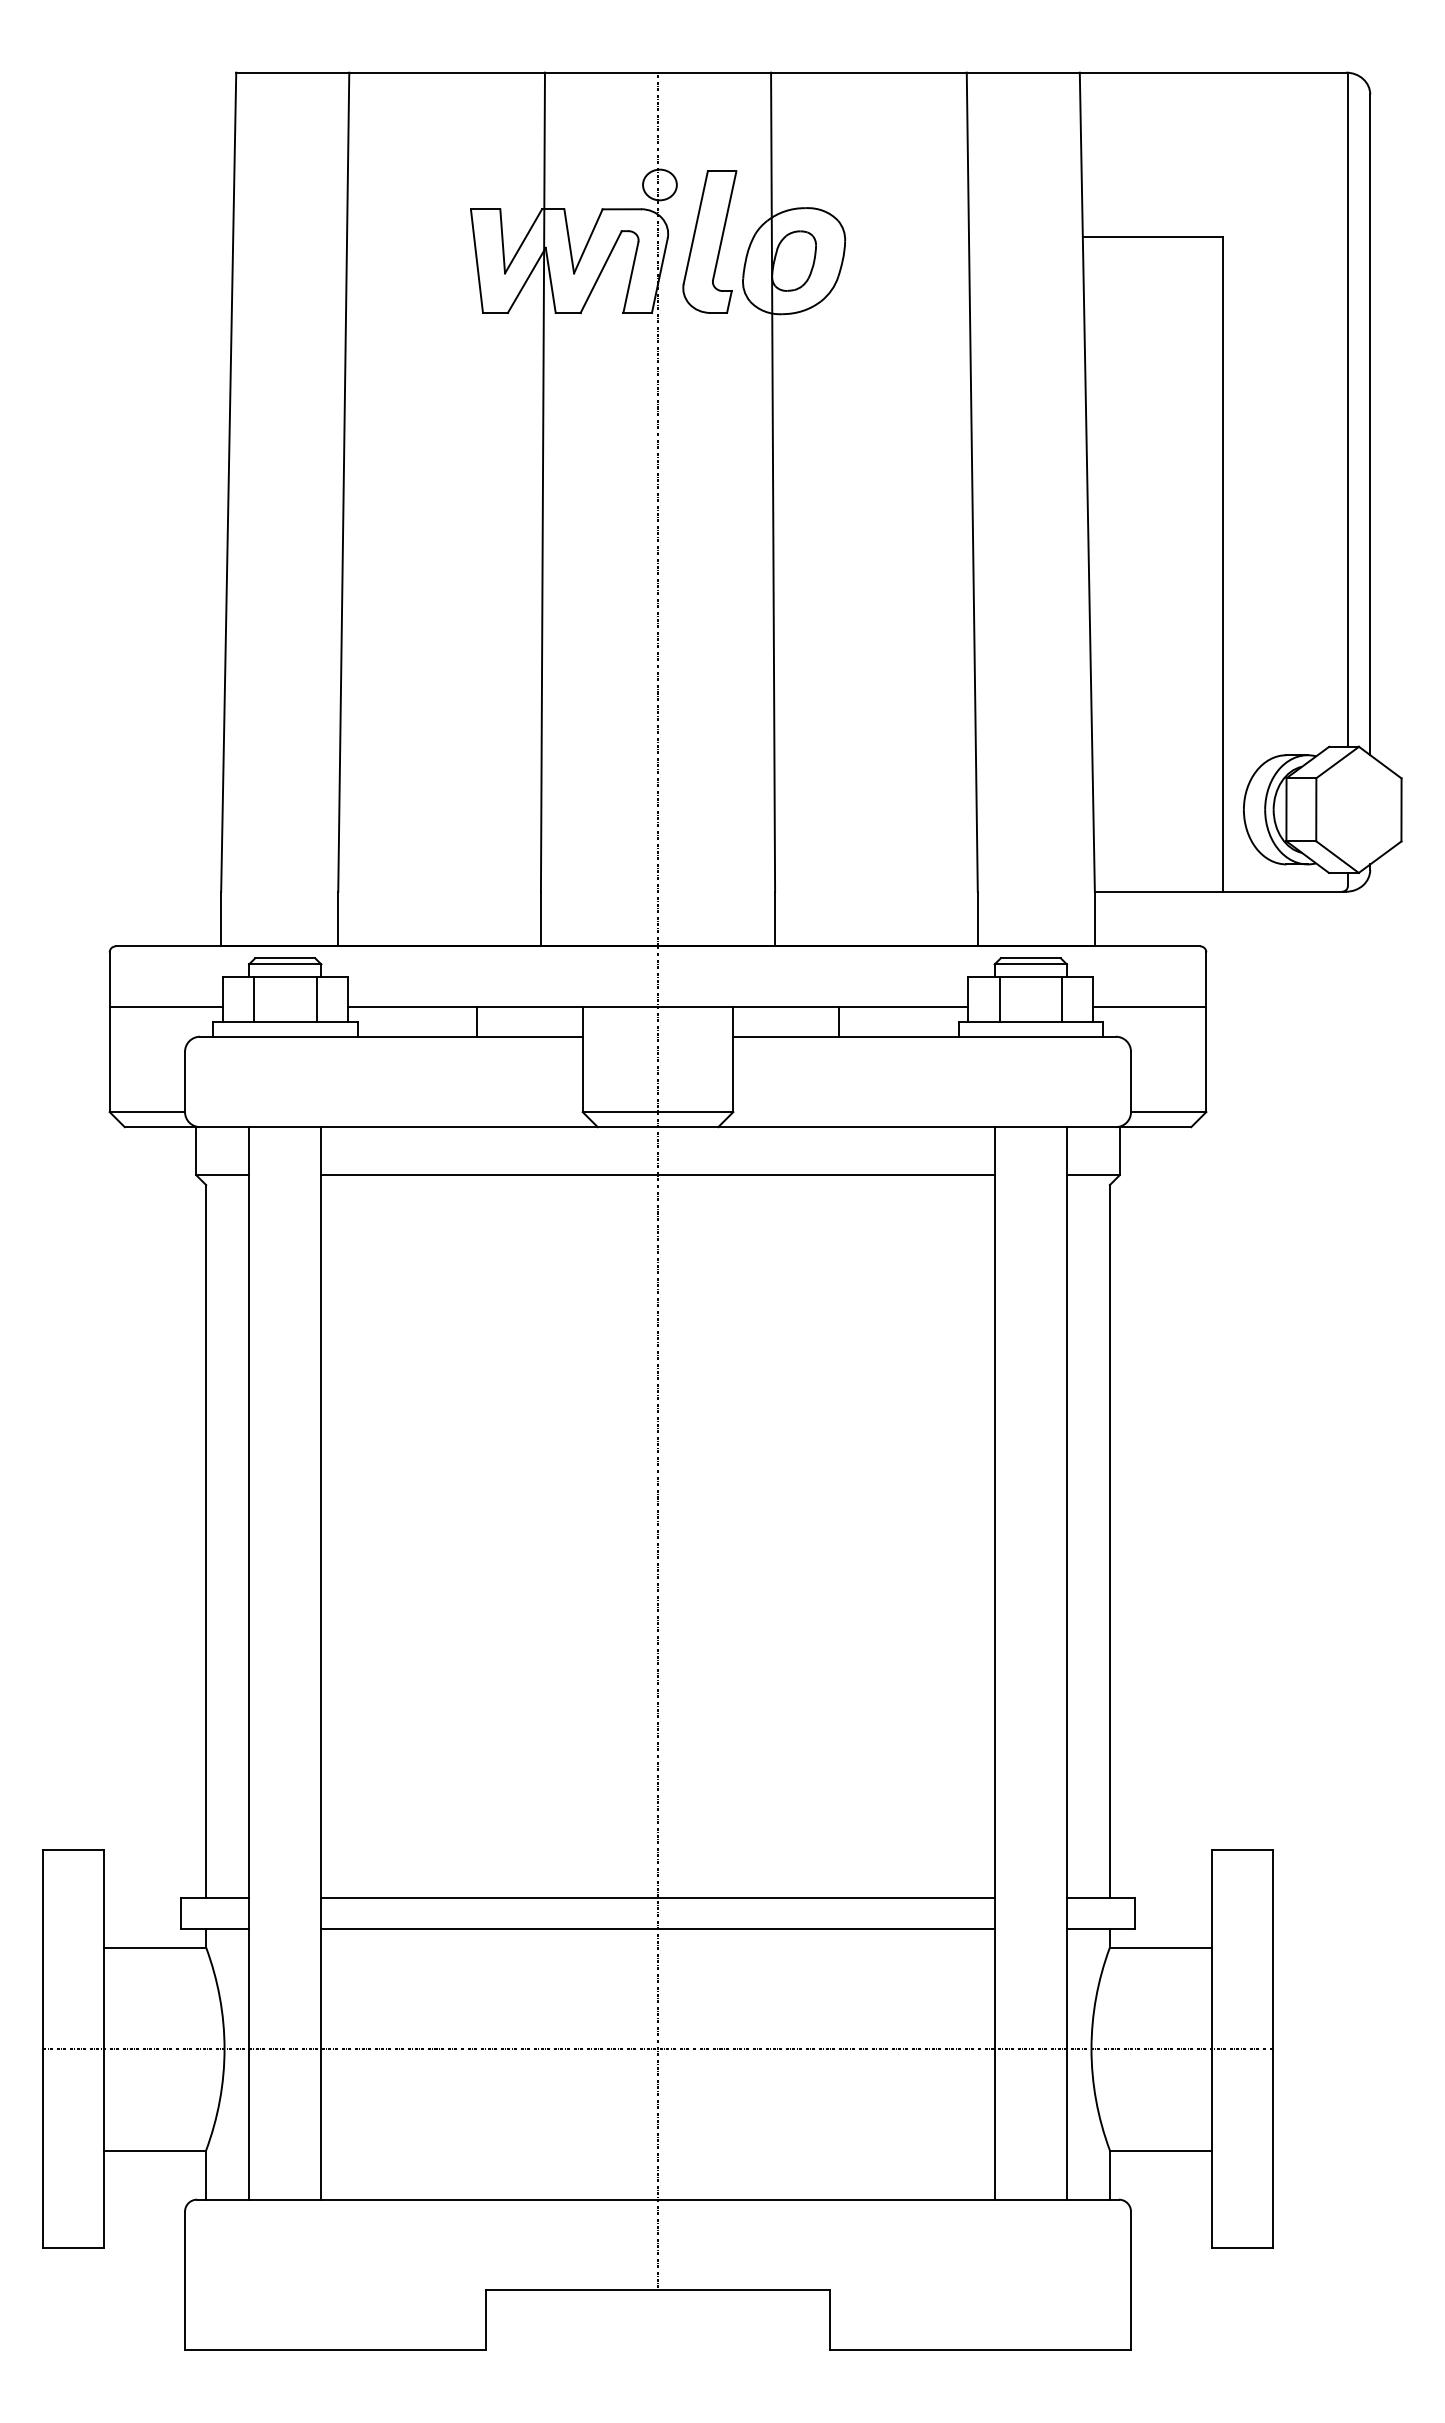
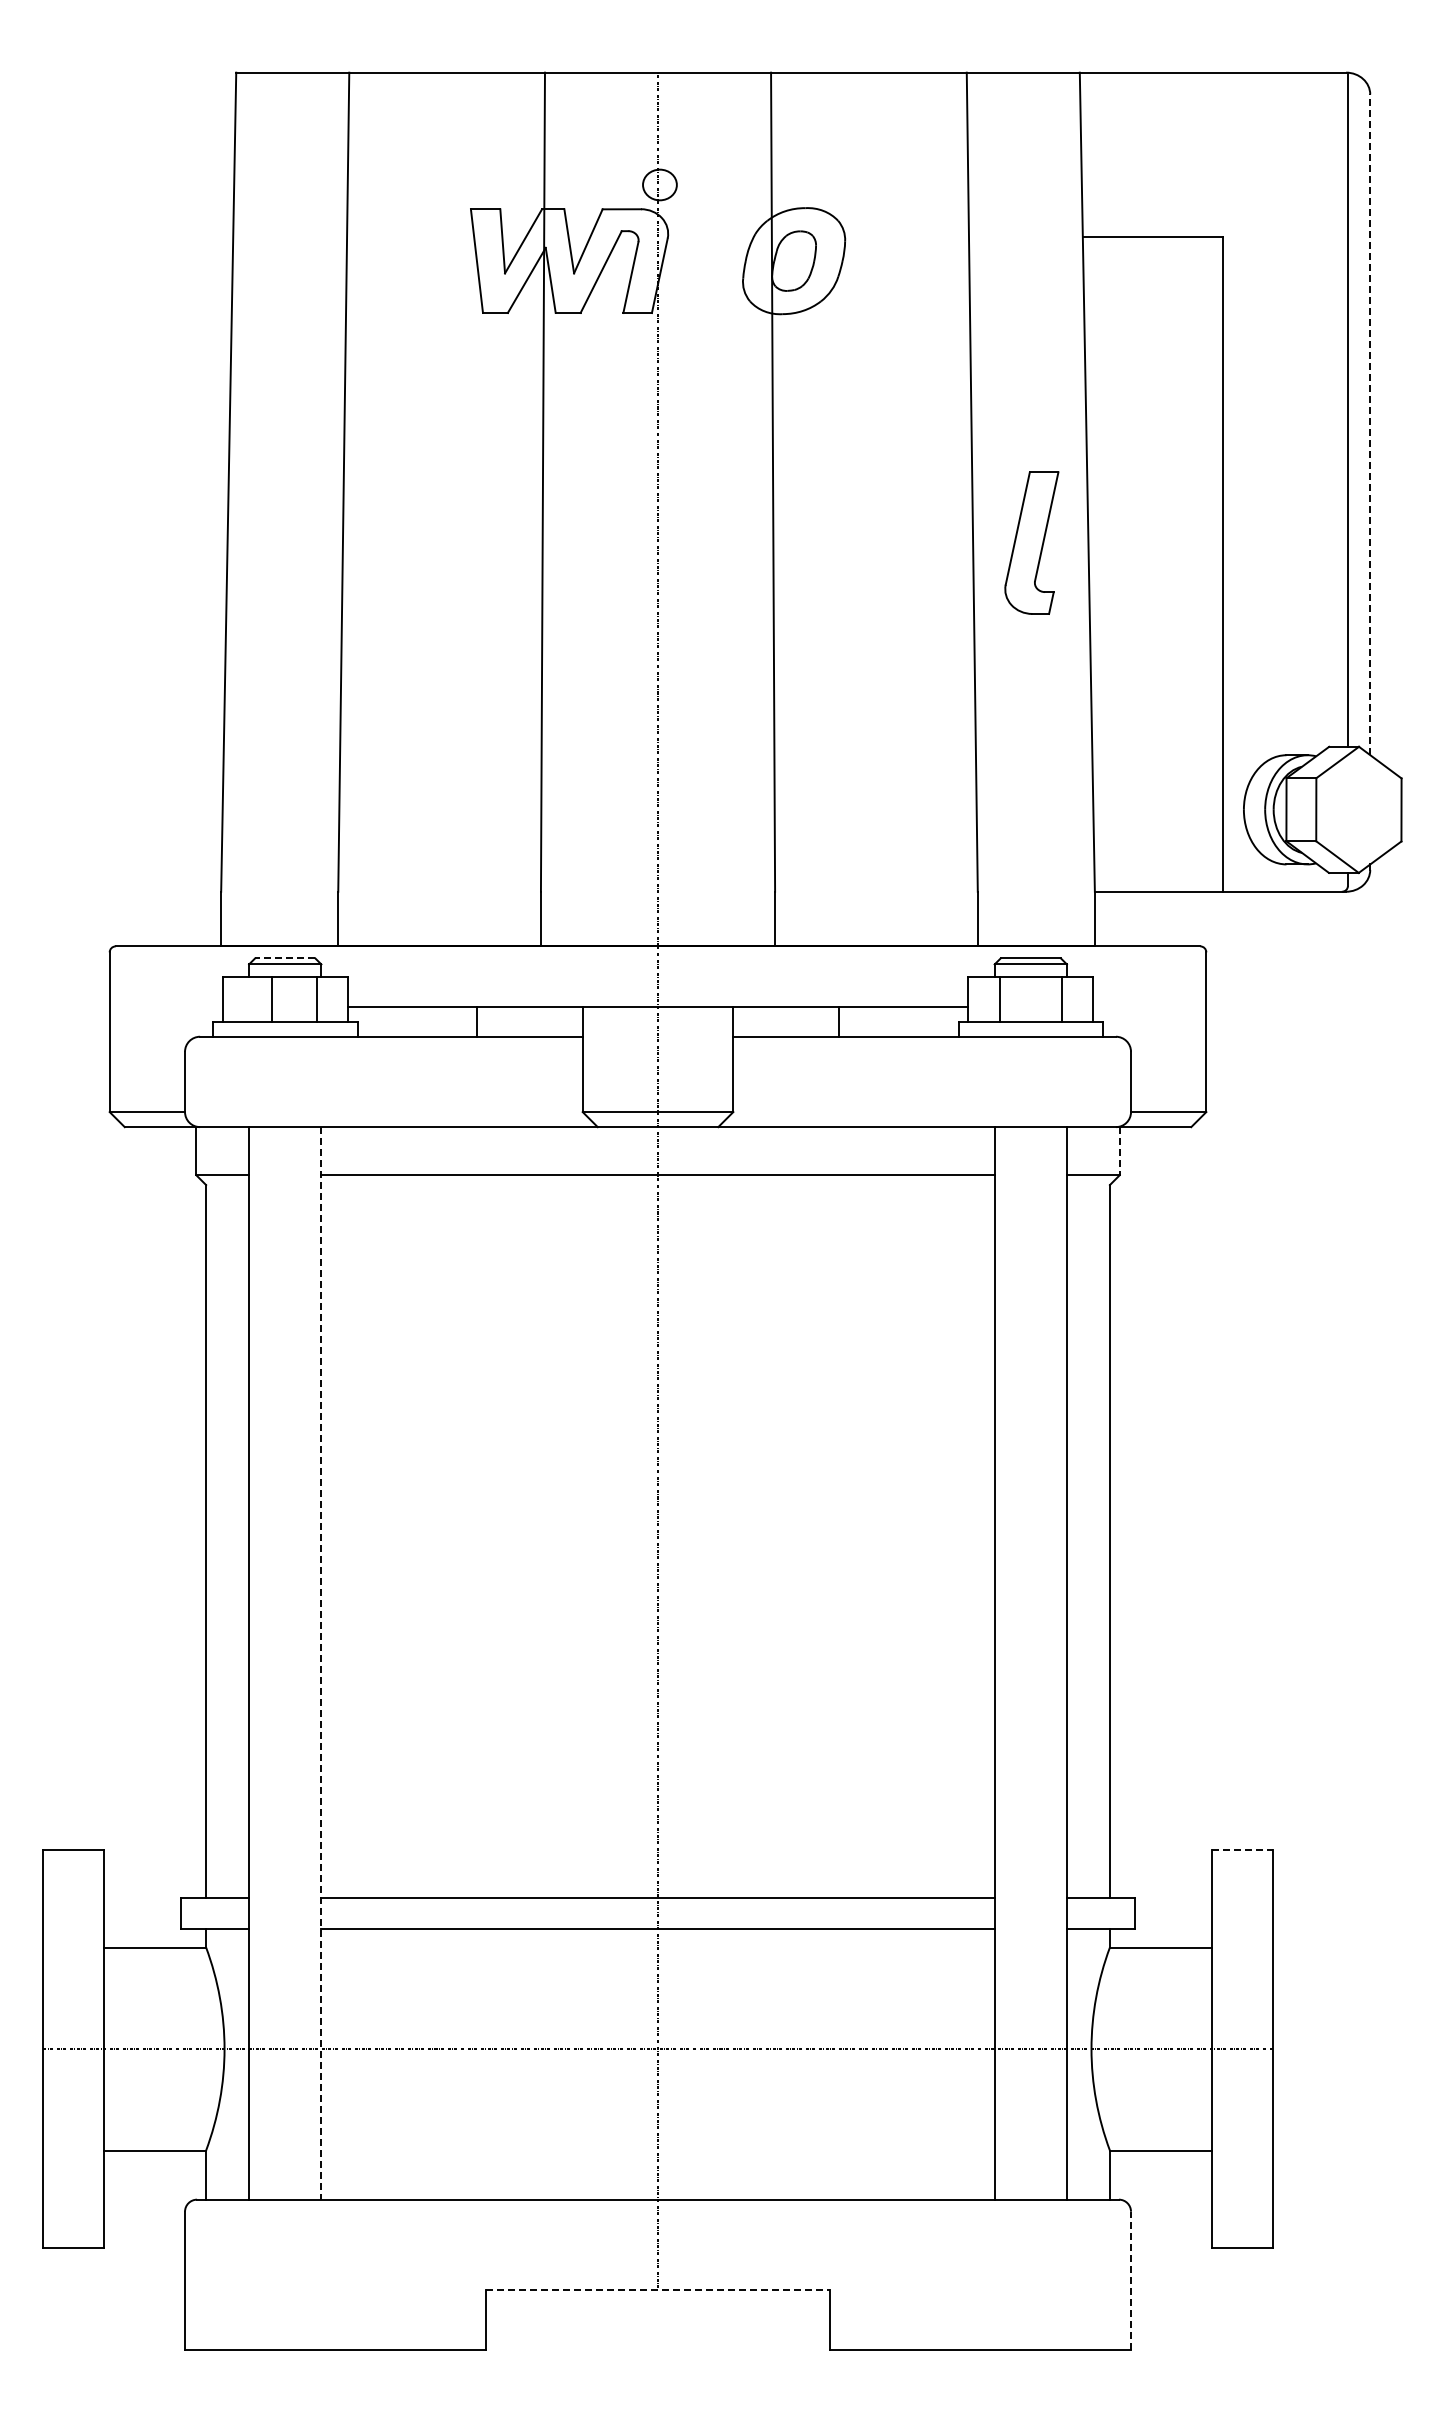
part at (709, 241) position: (709, 241) -> (1031, 542)
line at (1370, 424): solid -> dashed
line at (284, 958): solid -> dashed
line at (253, 998) position: (253, 998) -> (271, 998)
line at (165, 1006): present -> none
line at (1149, 1006): present -> none
line at (1119, 1151): solid -> dashed
line at (321, 1663): solid -> dashed
line at (1242, 1850): solid -> dashed
line at (1131, 2280): solid -> dashed
line at (658, 2290): solid -> dashed
